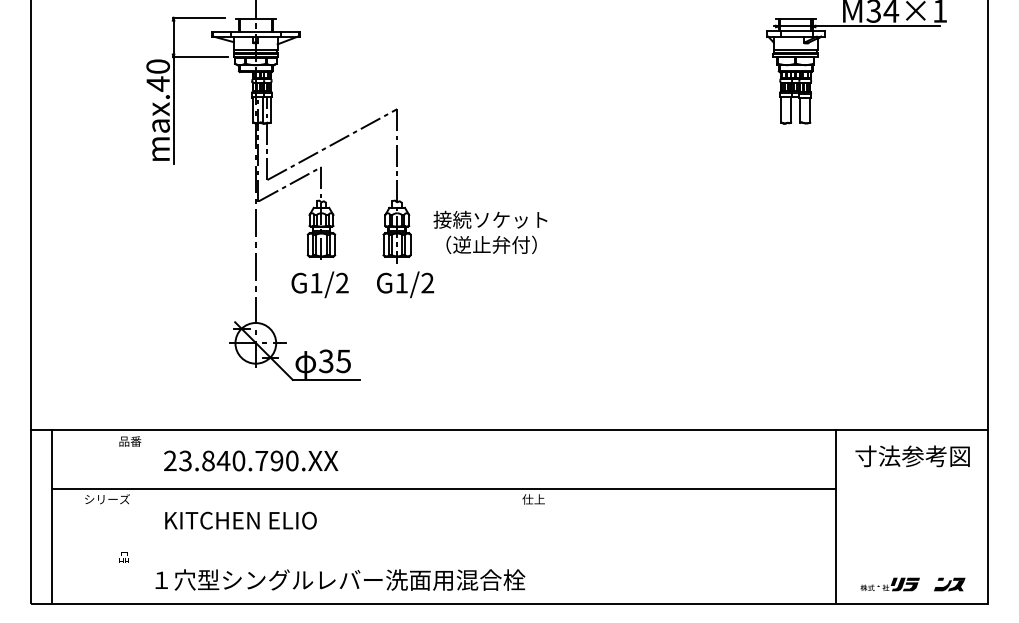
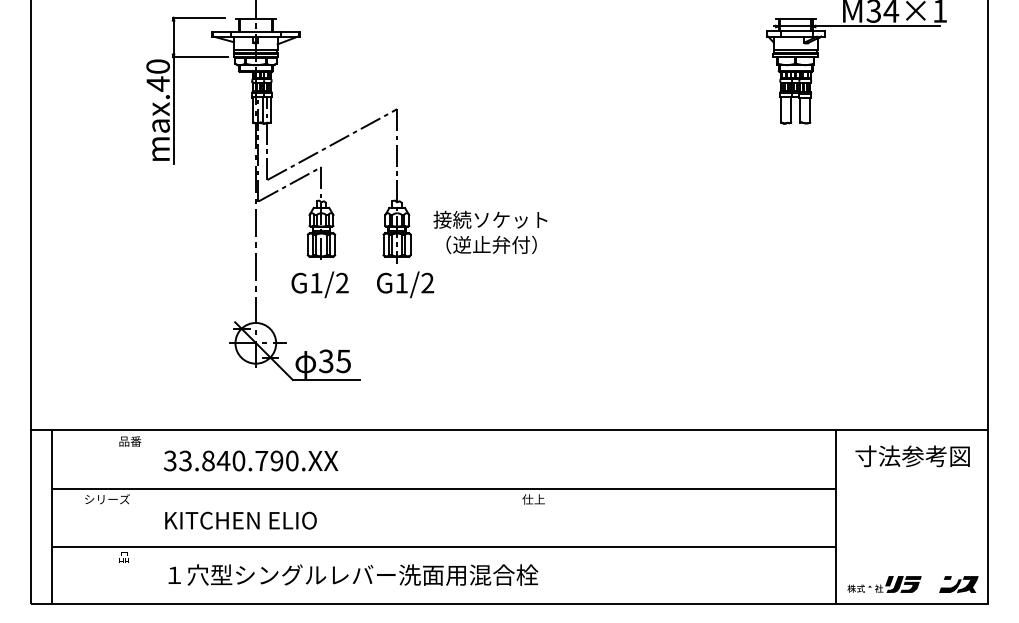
text at (169, 461): 23.840.790.XX -> 33.840.790.XX
line at (443, 547): none -> present
text at (340, 579) position: (340, 579) -> (353, 574)
part at (912, 584) size: 106x15 px -> 132x17 px
